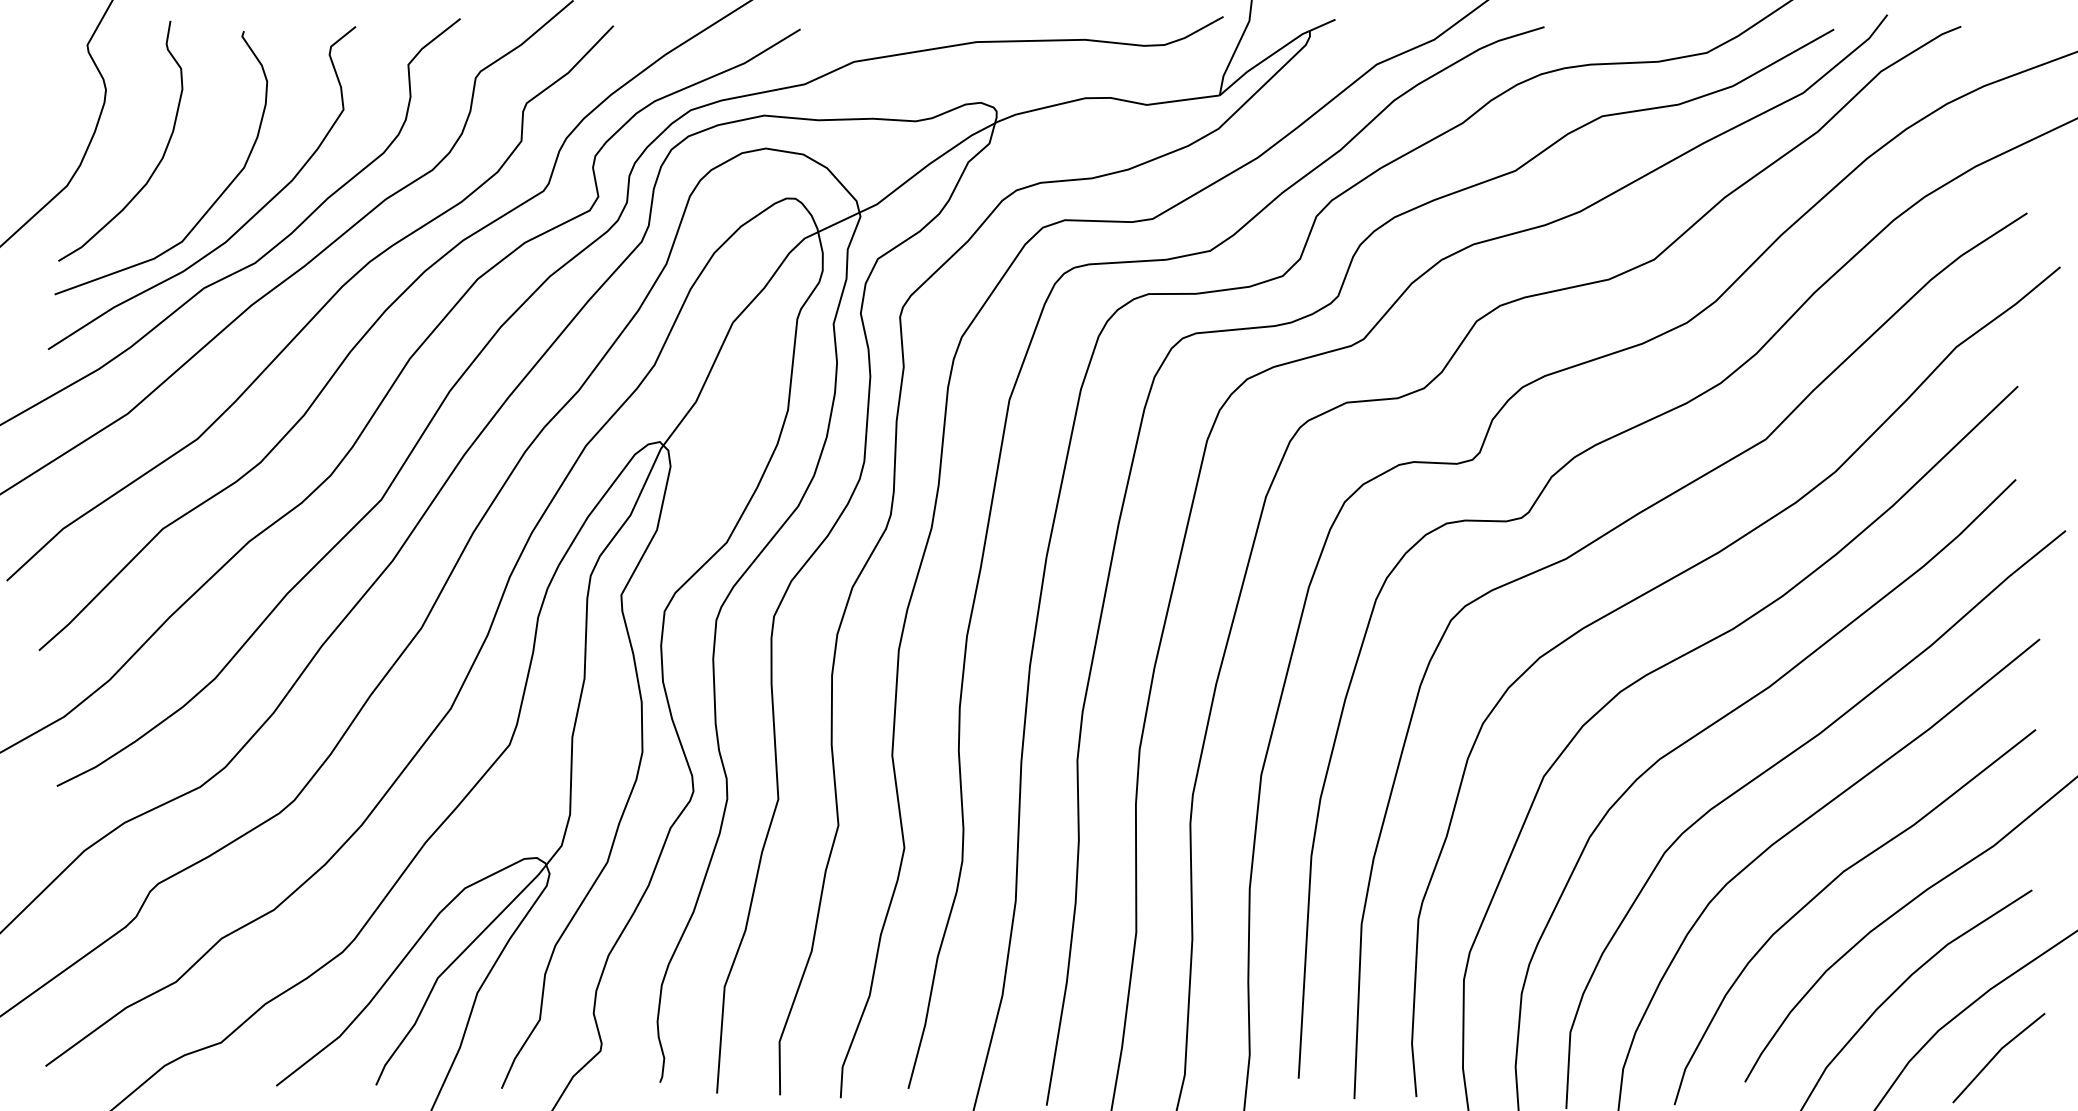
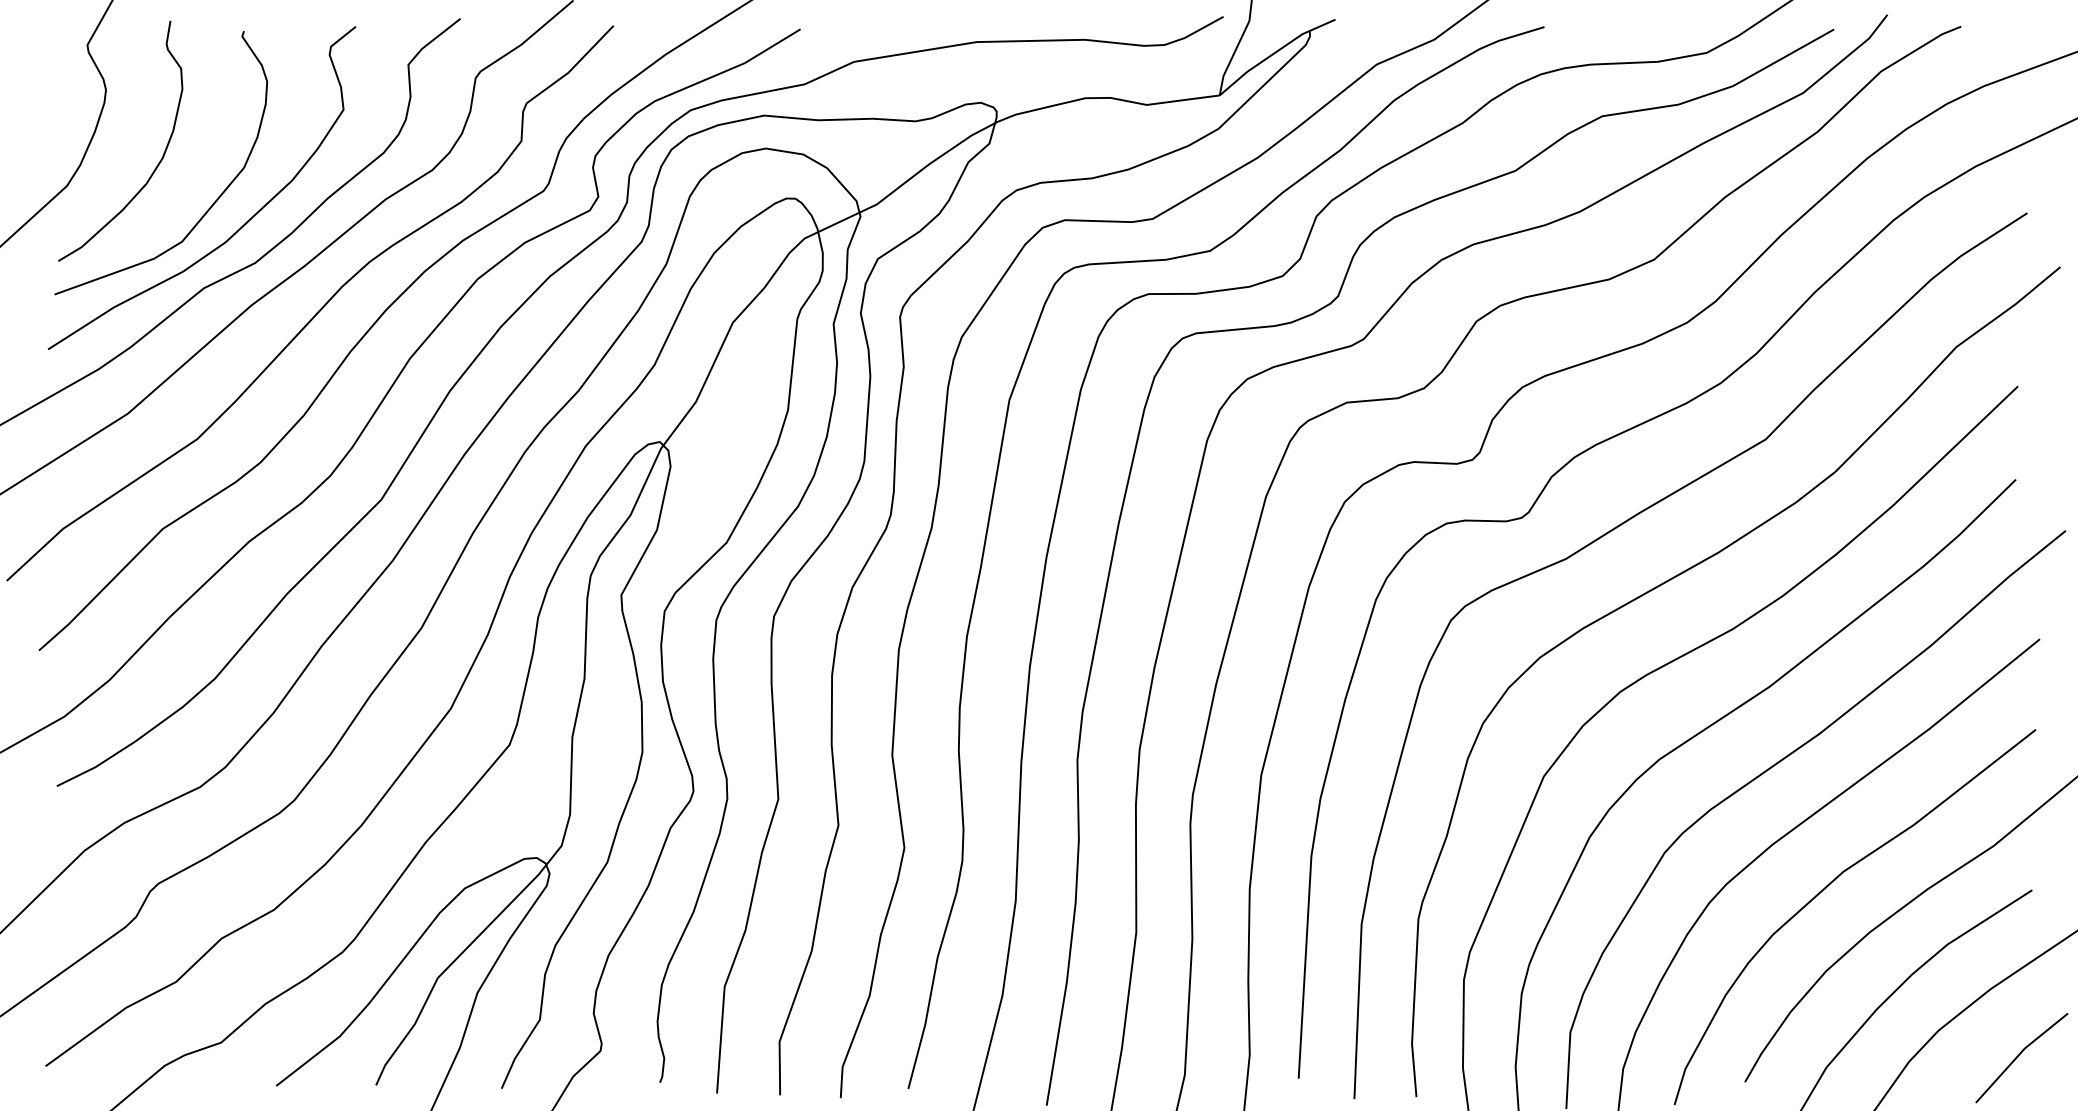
line at (1995, 1057) position: (1995, 1057) -> (2018, 1057)
